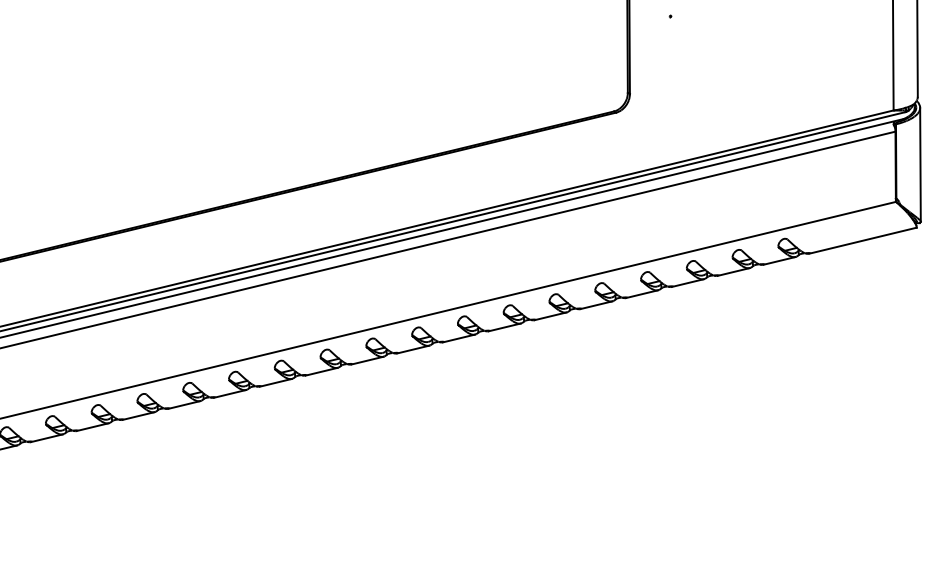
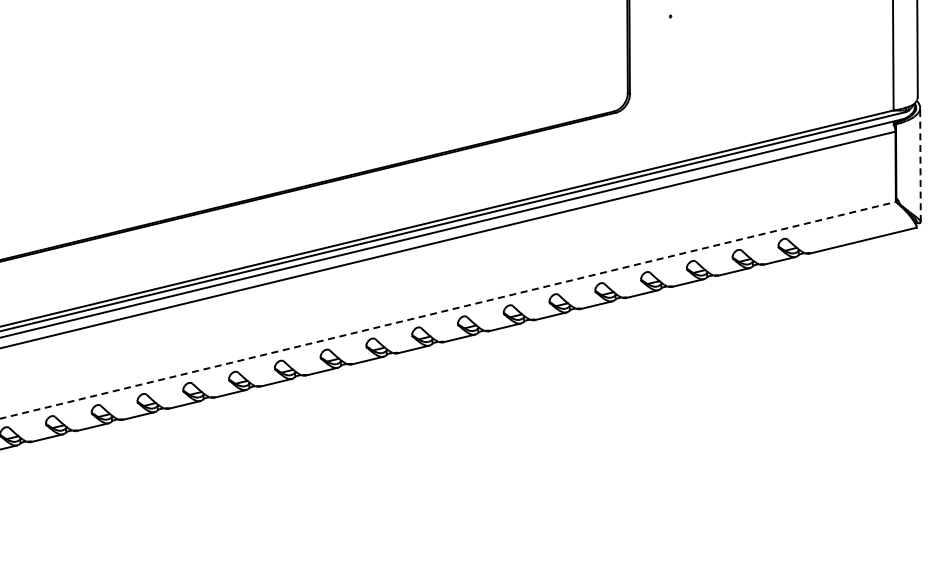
line at (920, 164): solid -> dashed
line at (448, 310): solid -> dashed
